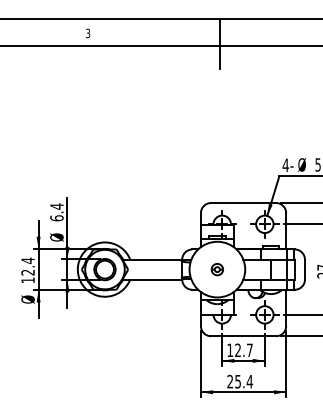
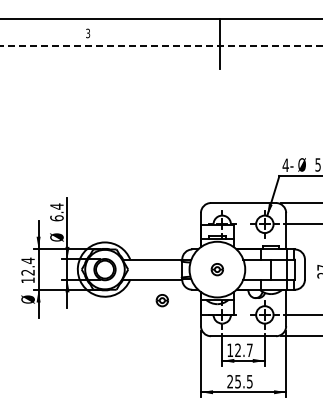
line at (161, 45): solid -> dashed
part at (161, 300): none -> present
text at (249, 381): 25.4 -> 25.5
